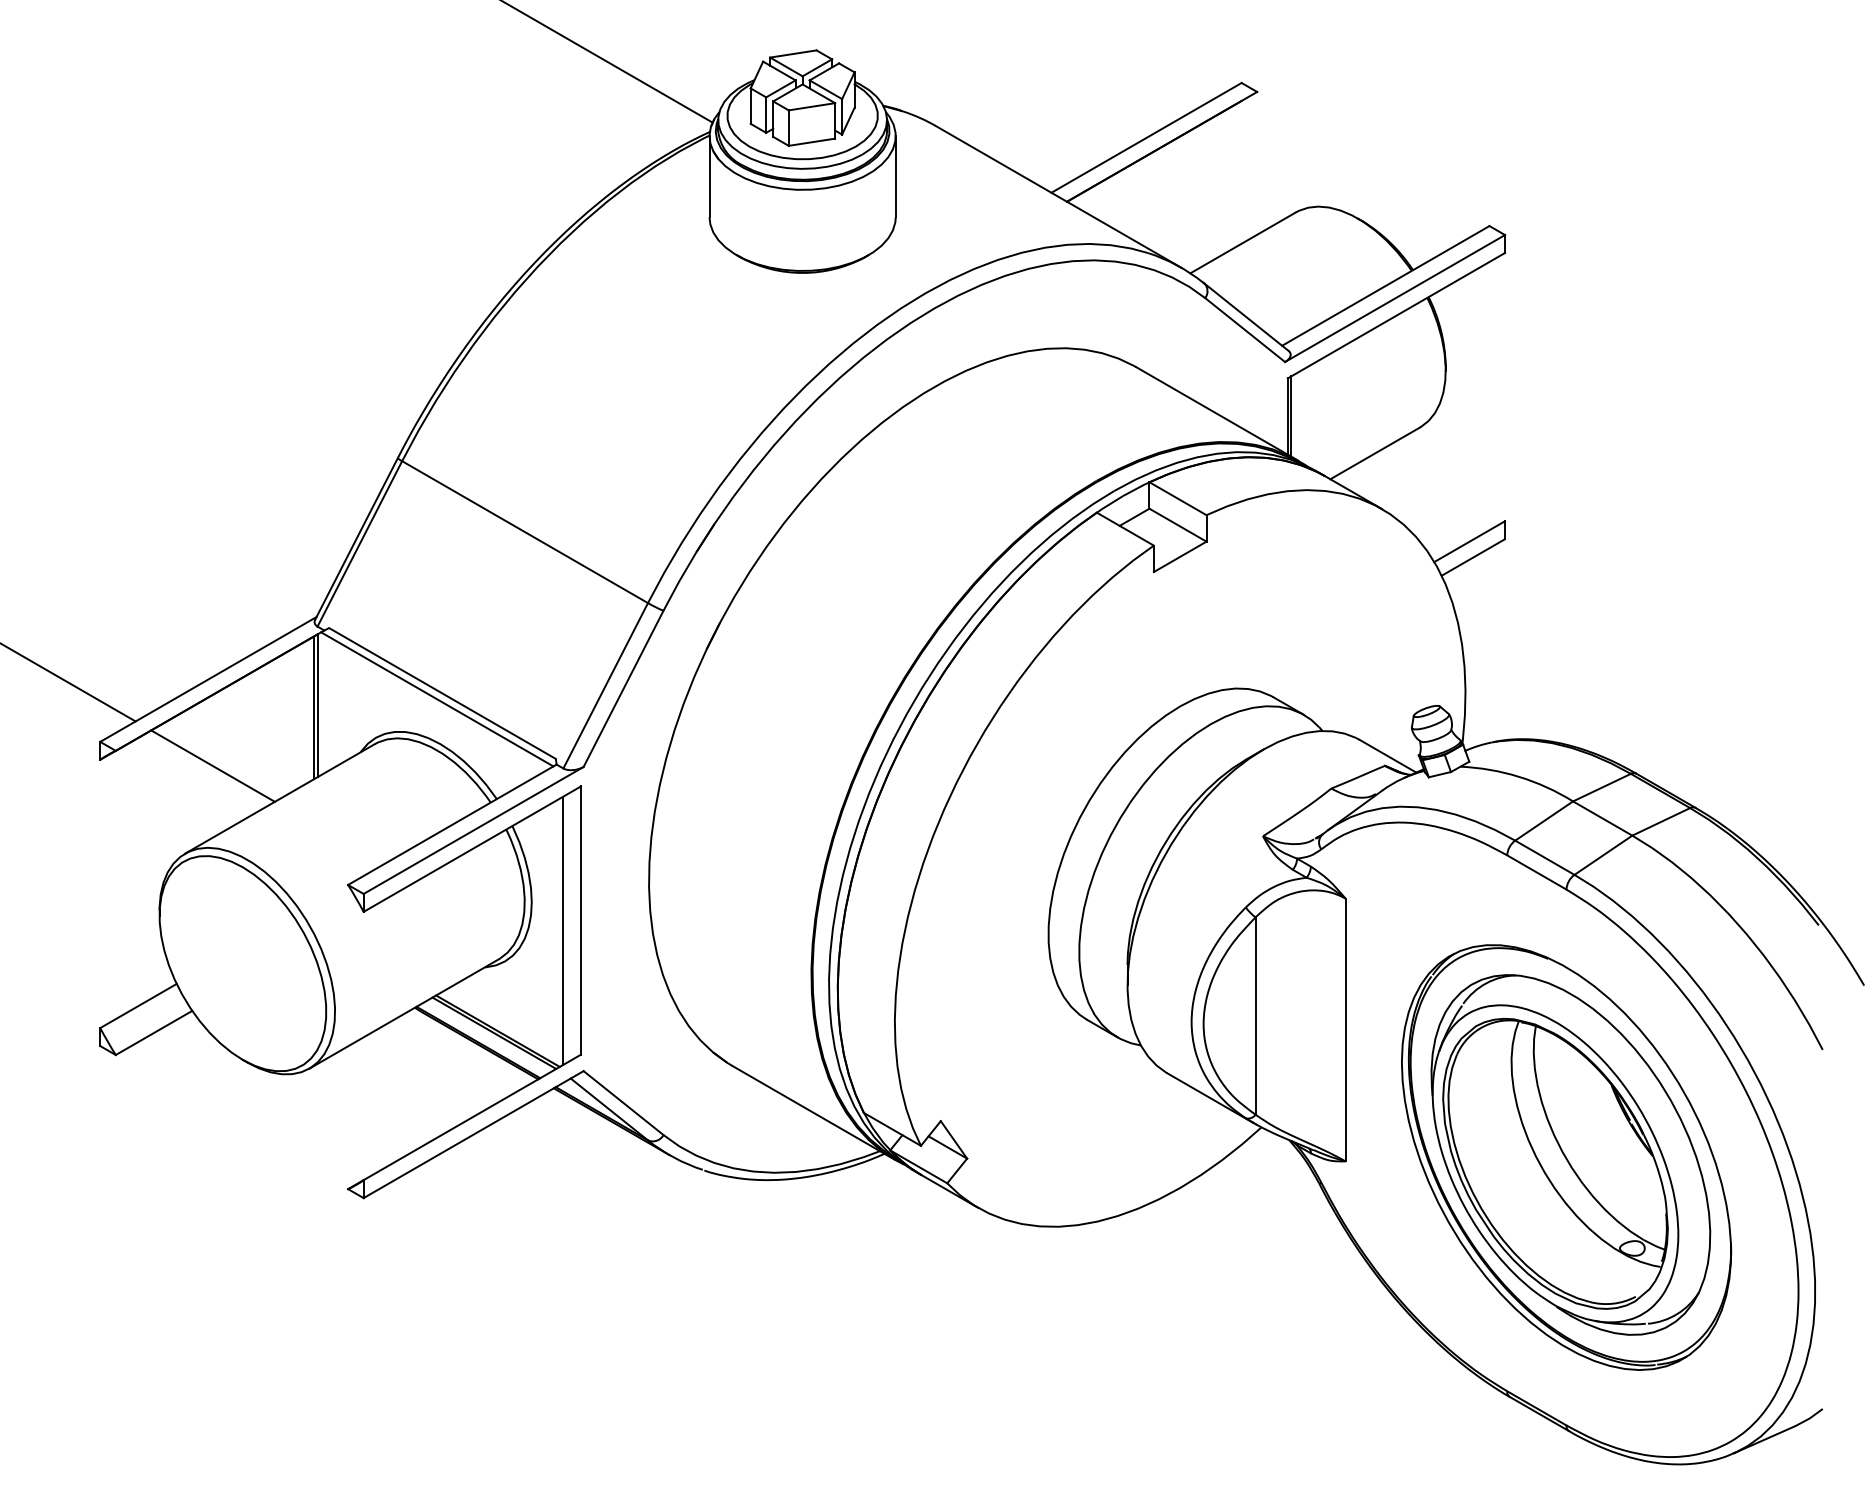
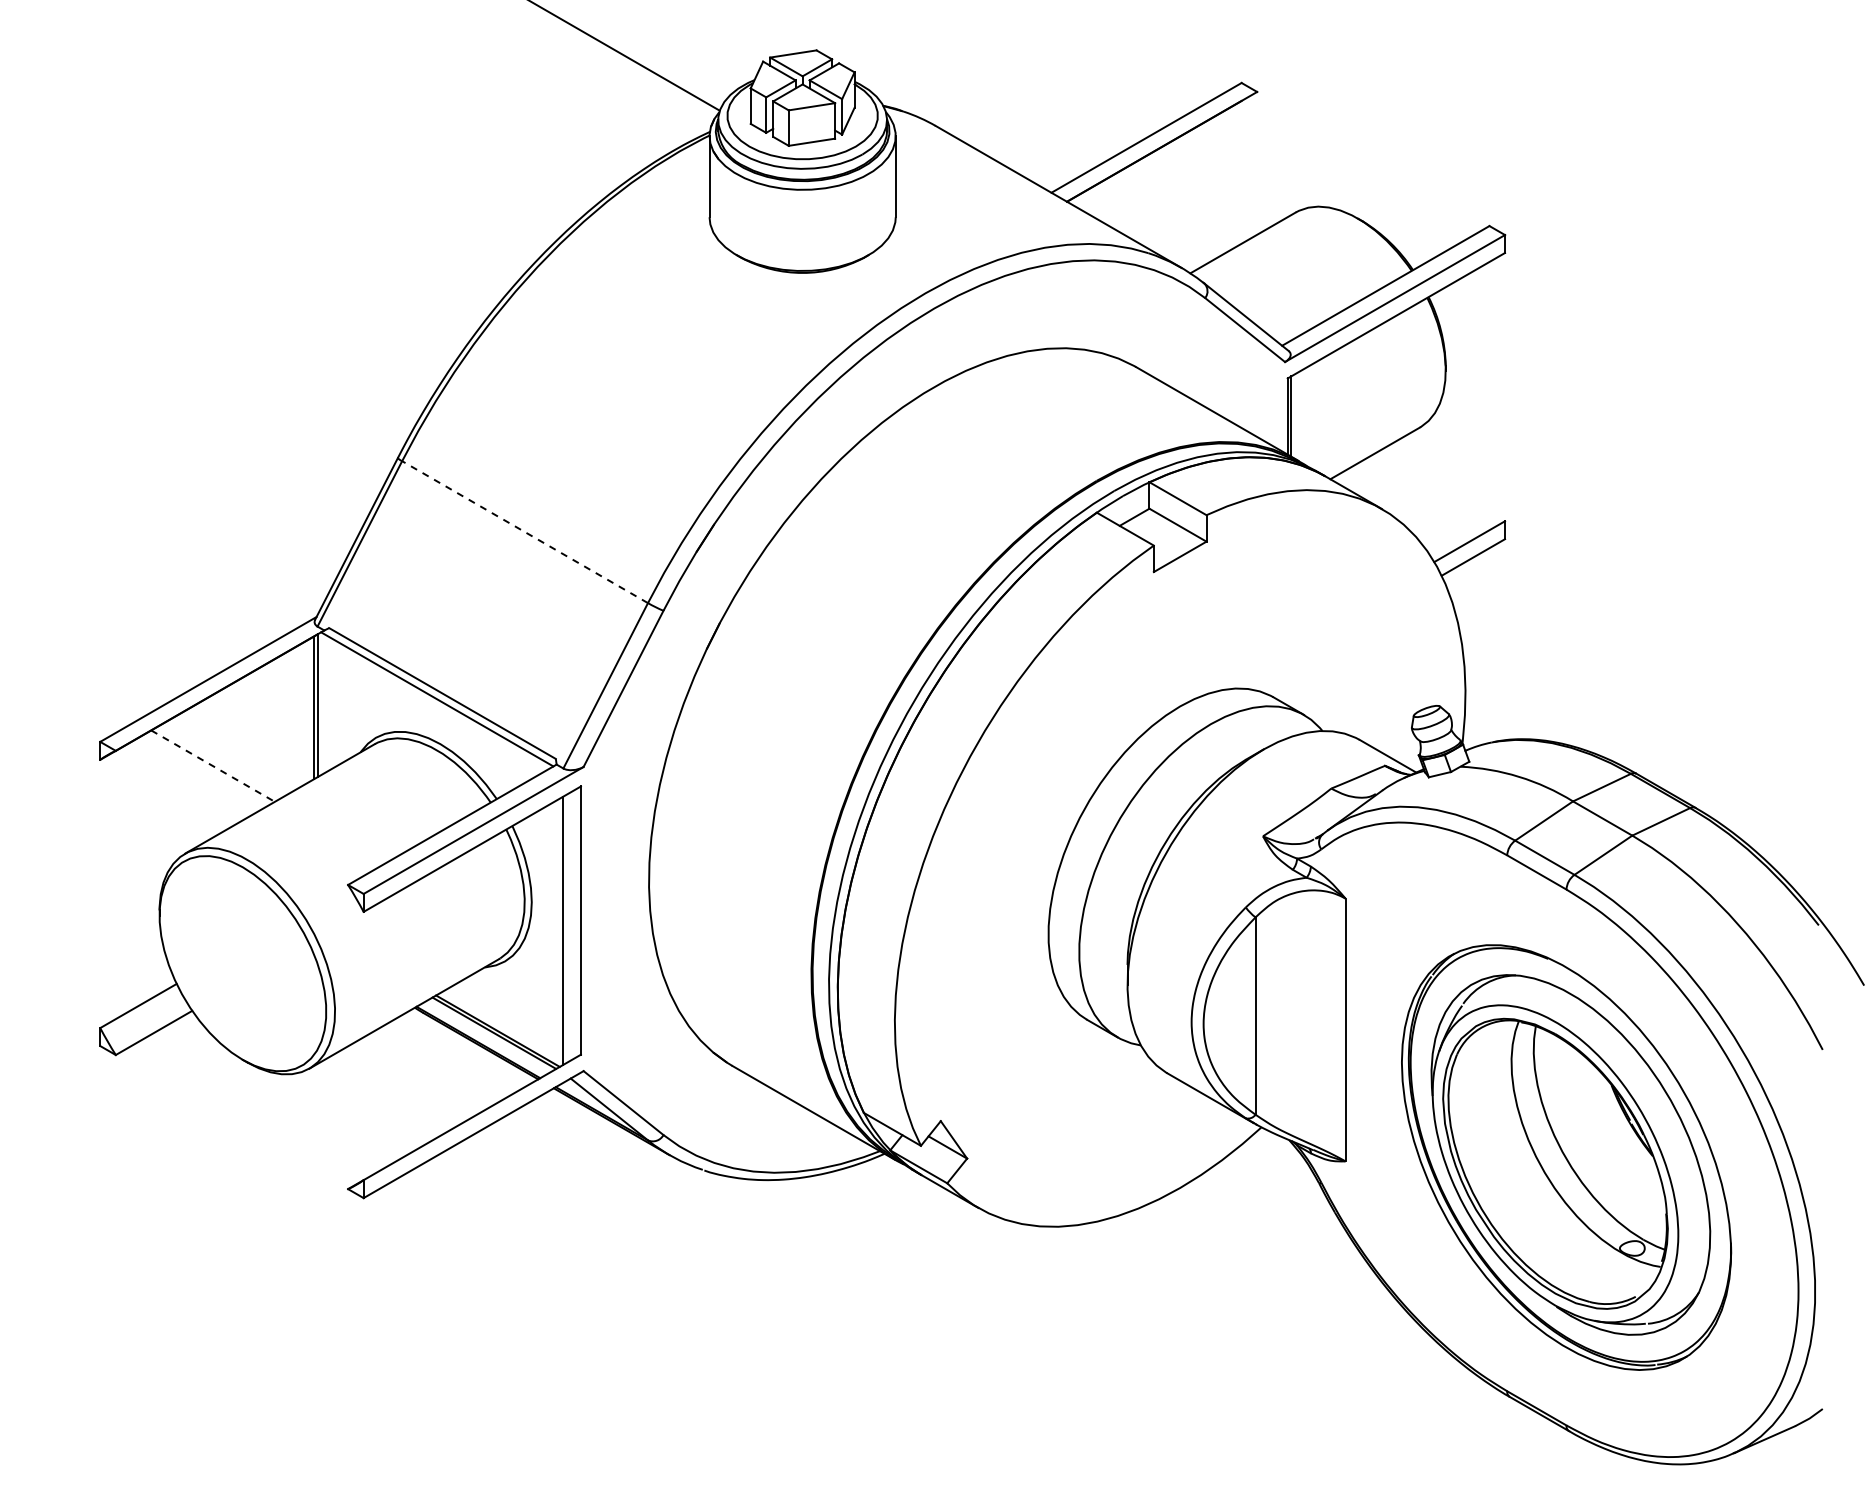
line at (607, 62) position: (607, 62) -> (625, 56)
line at (525, 532): solid -> dashed
line at (68, 682): present -> none
line at (213, 766): solid -> dashed
